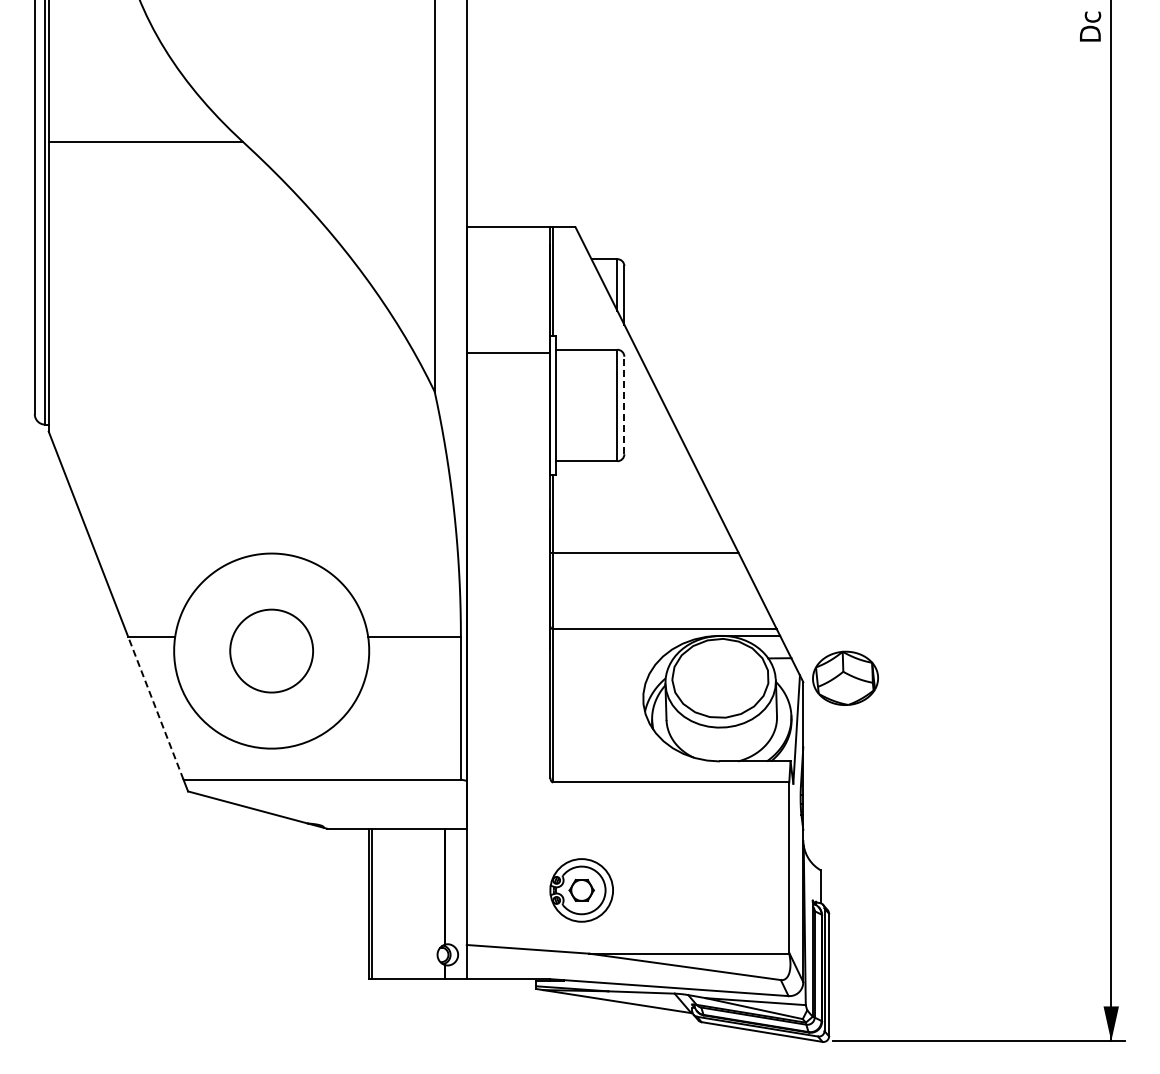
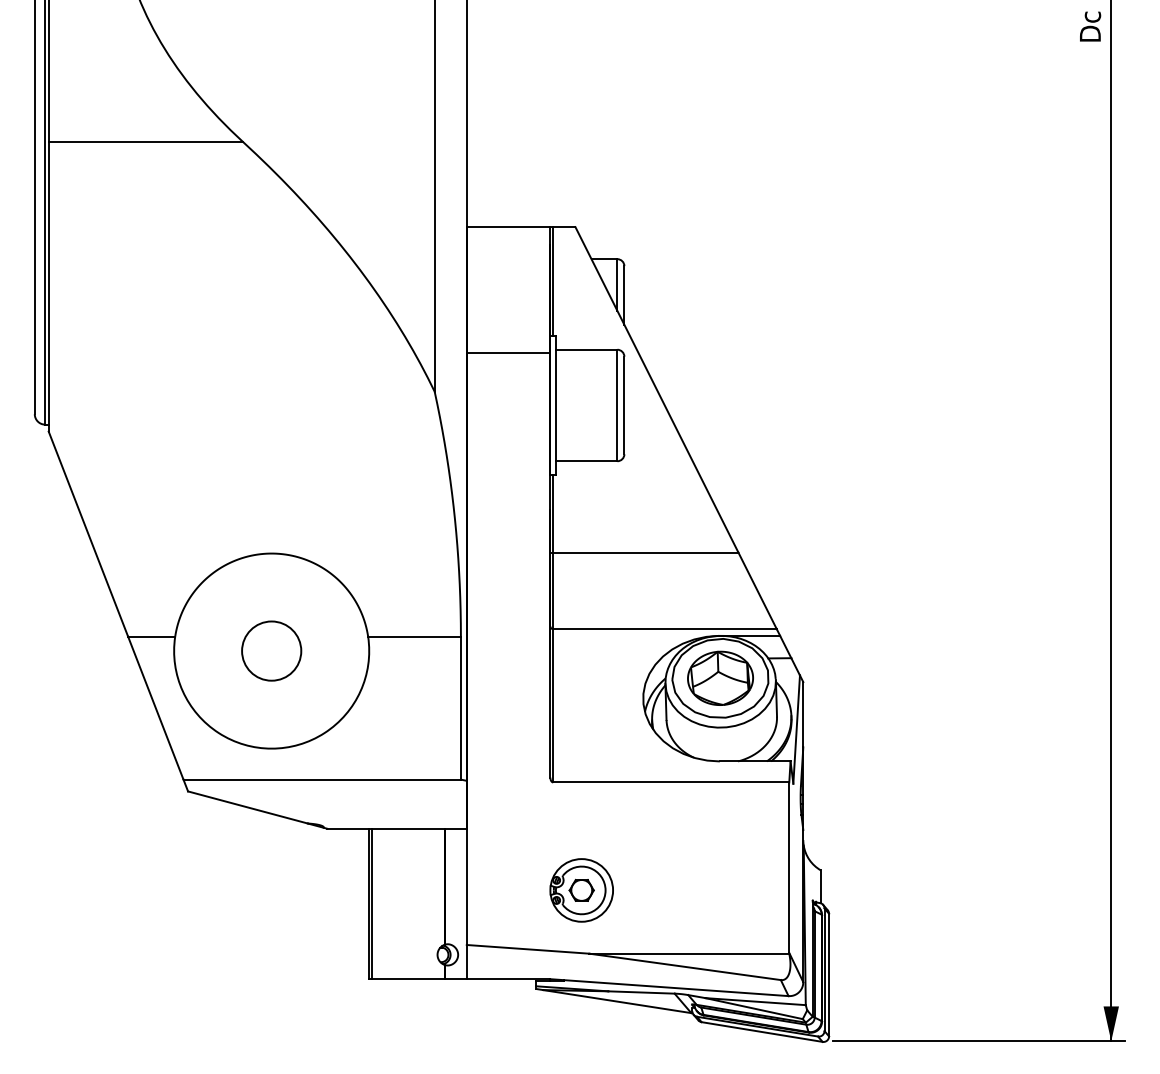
line at (624, 405): dashed -> solid
circle at (271, 650) diameter: 83 px -> 59 px
part at (845, 677) position: (845, 677) -> (720, 677)
line at (155, 708): dashed -> solid
